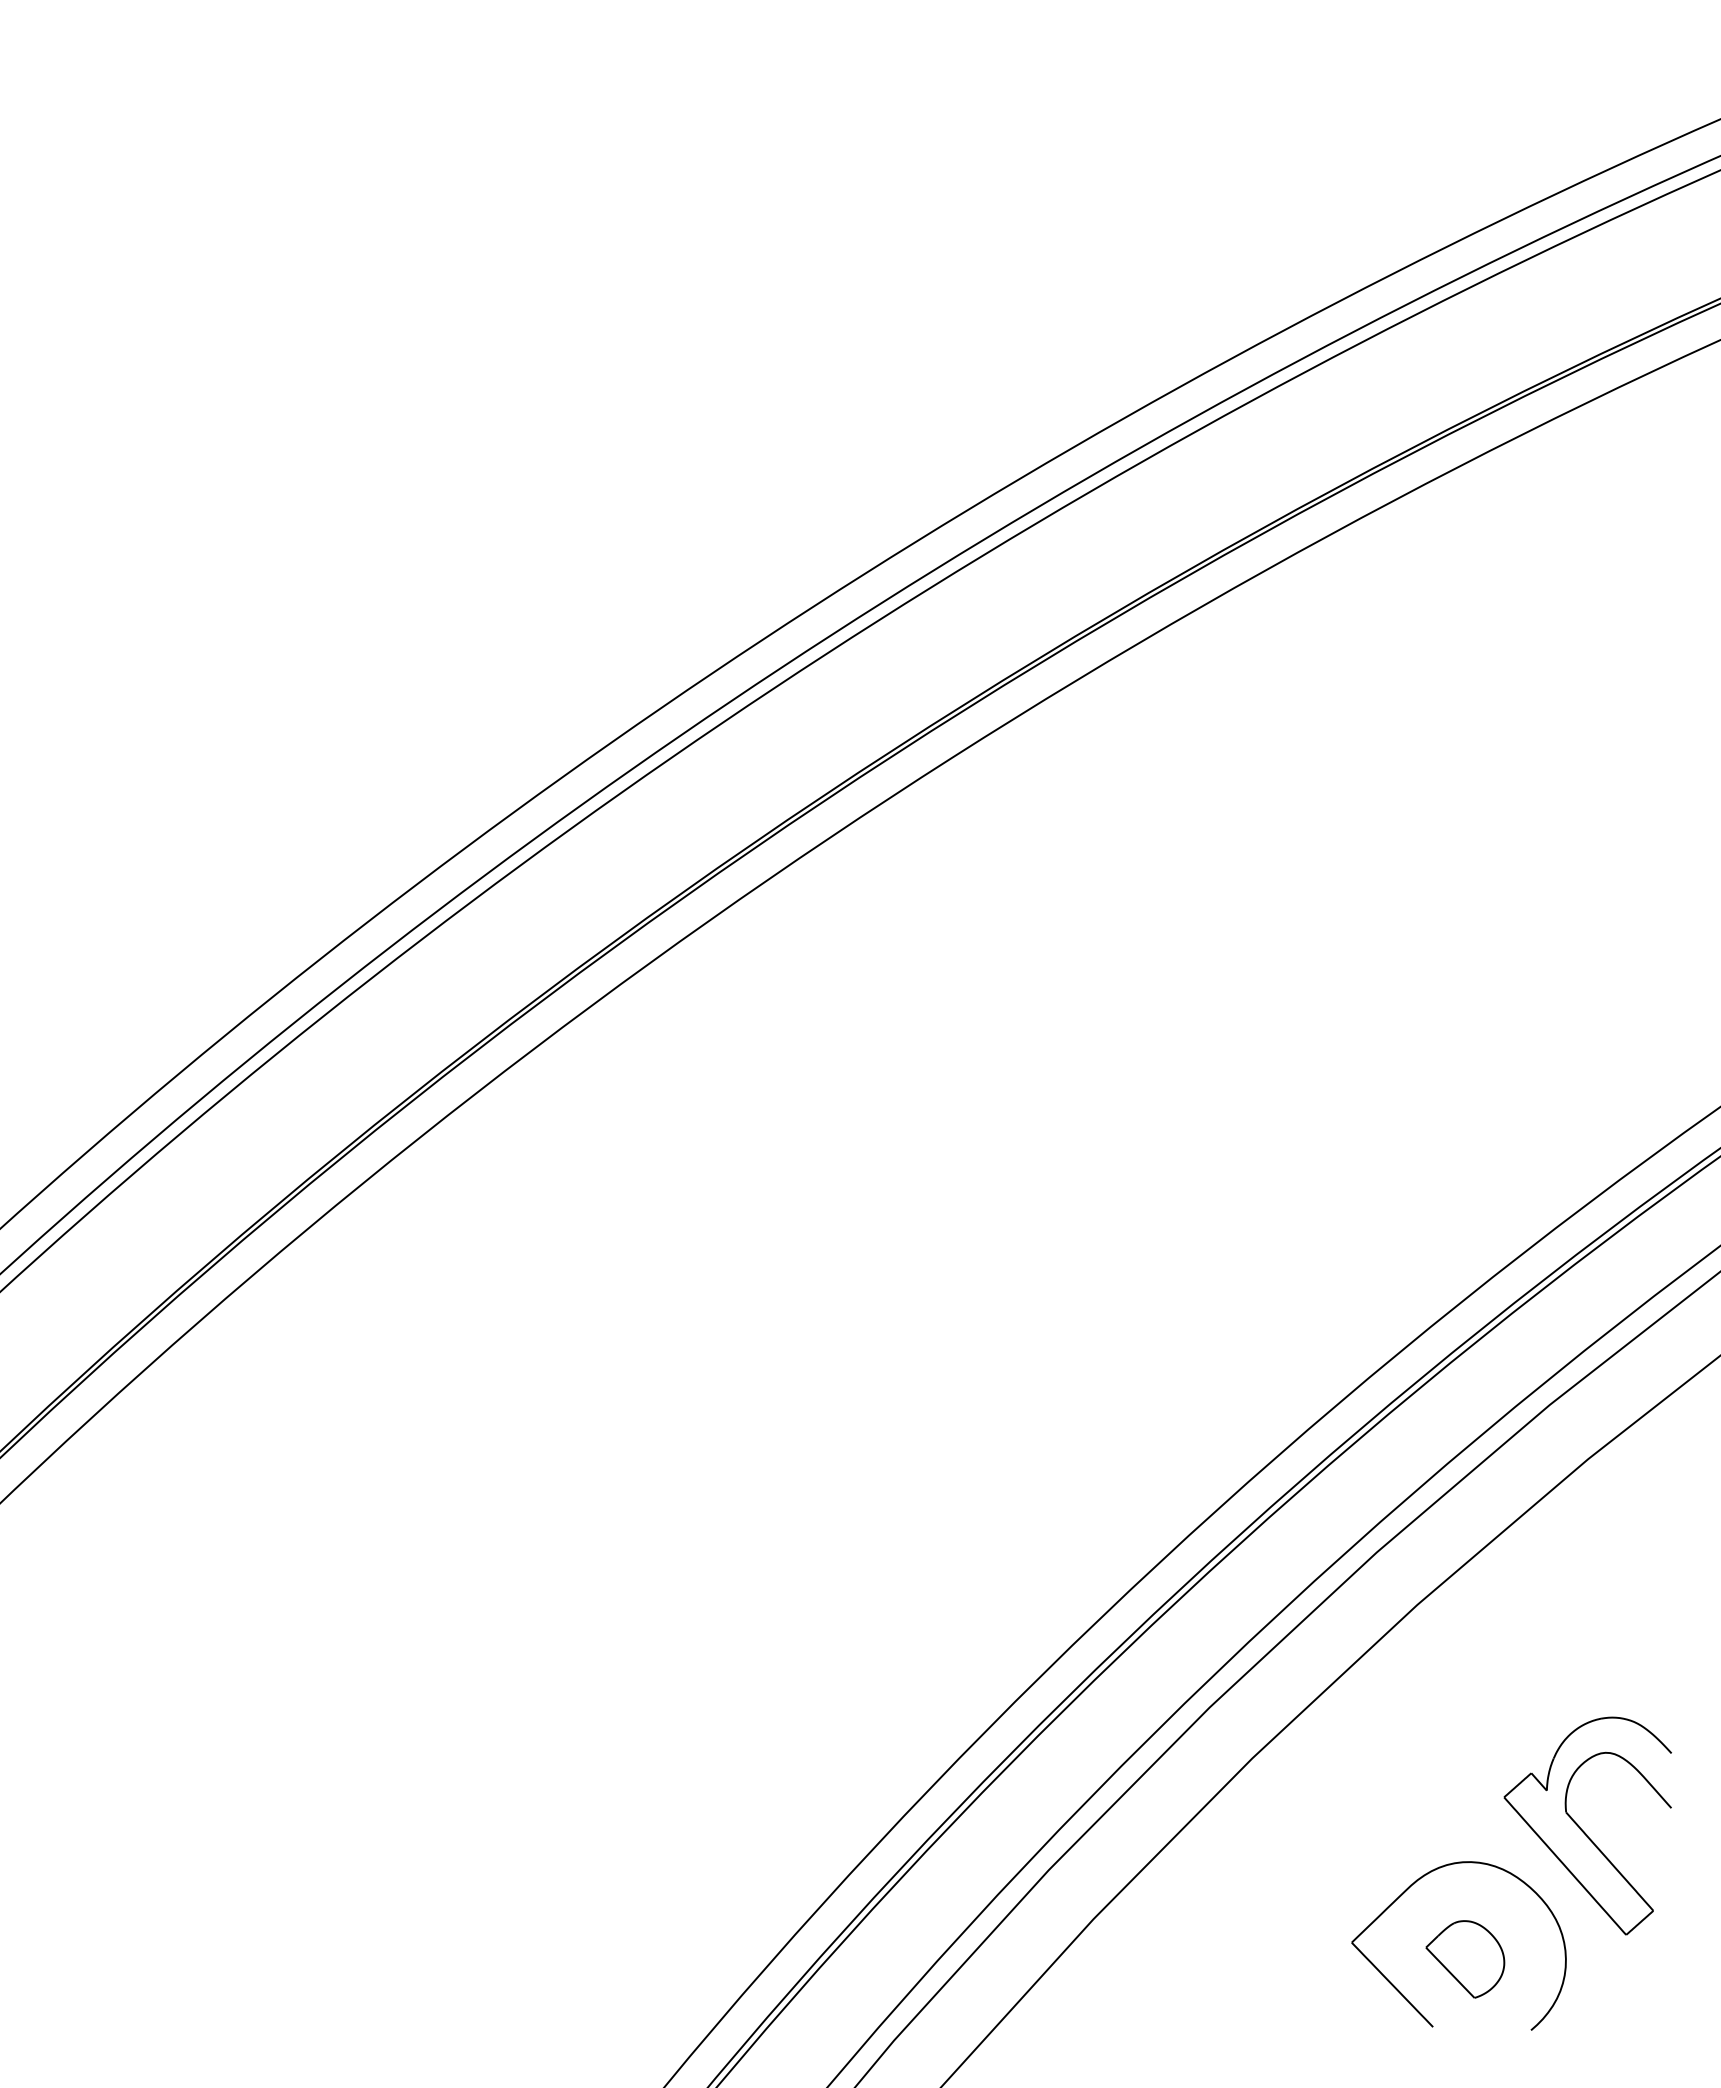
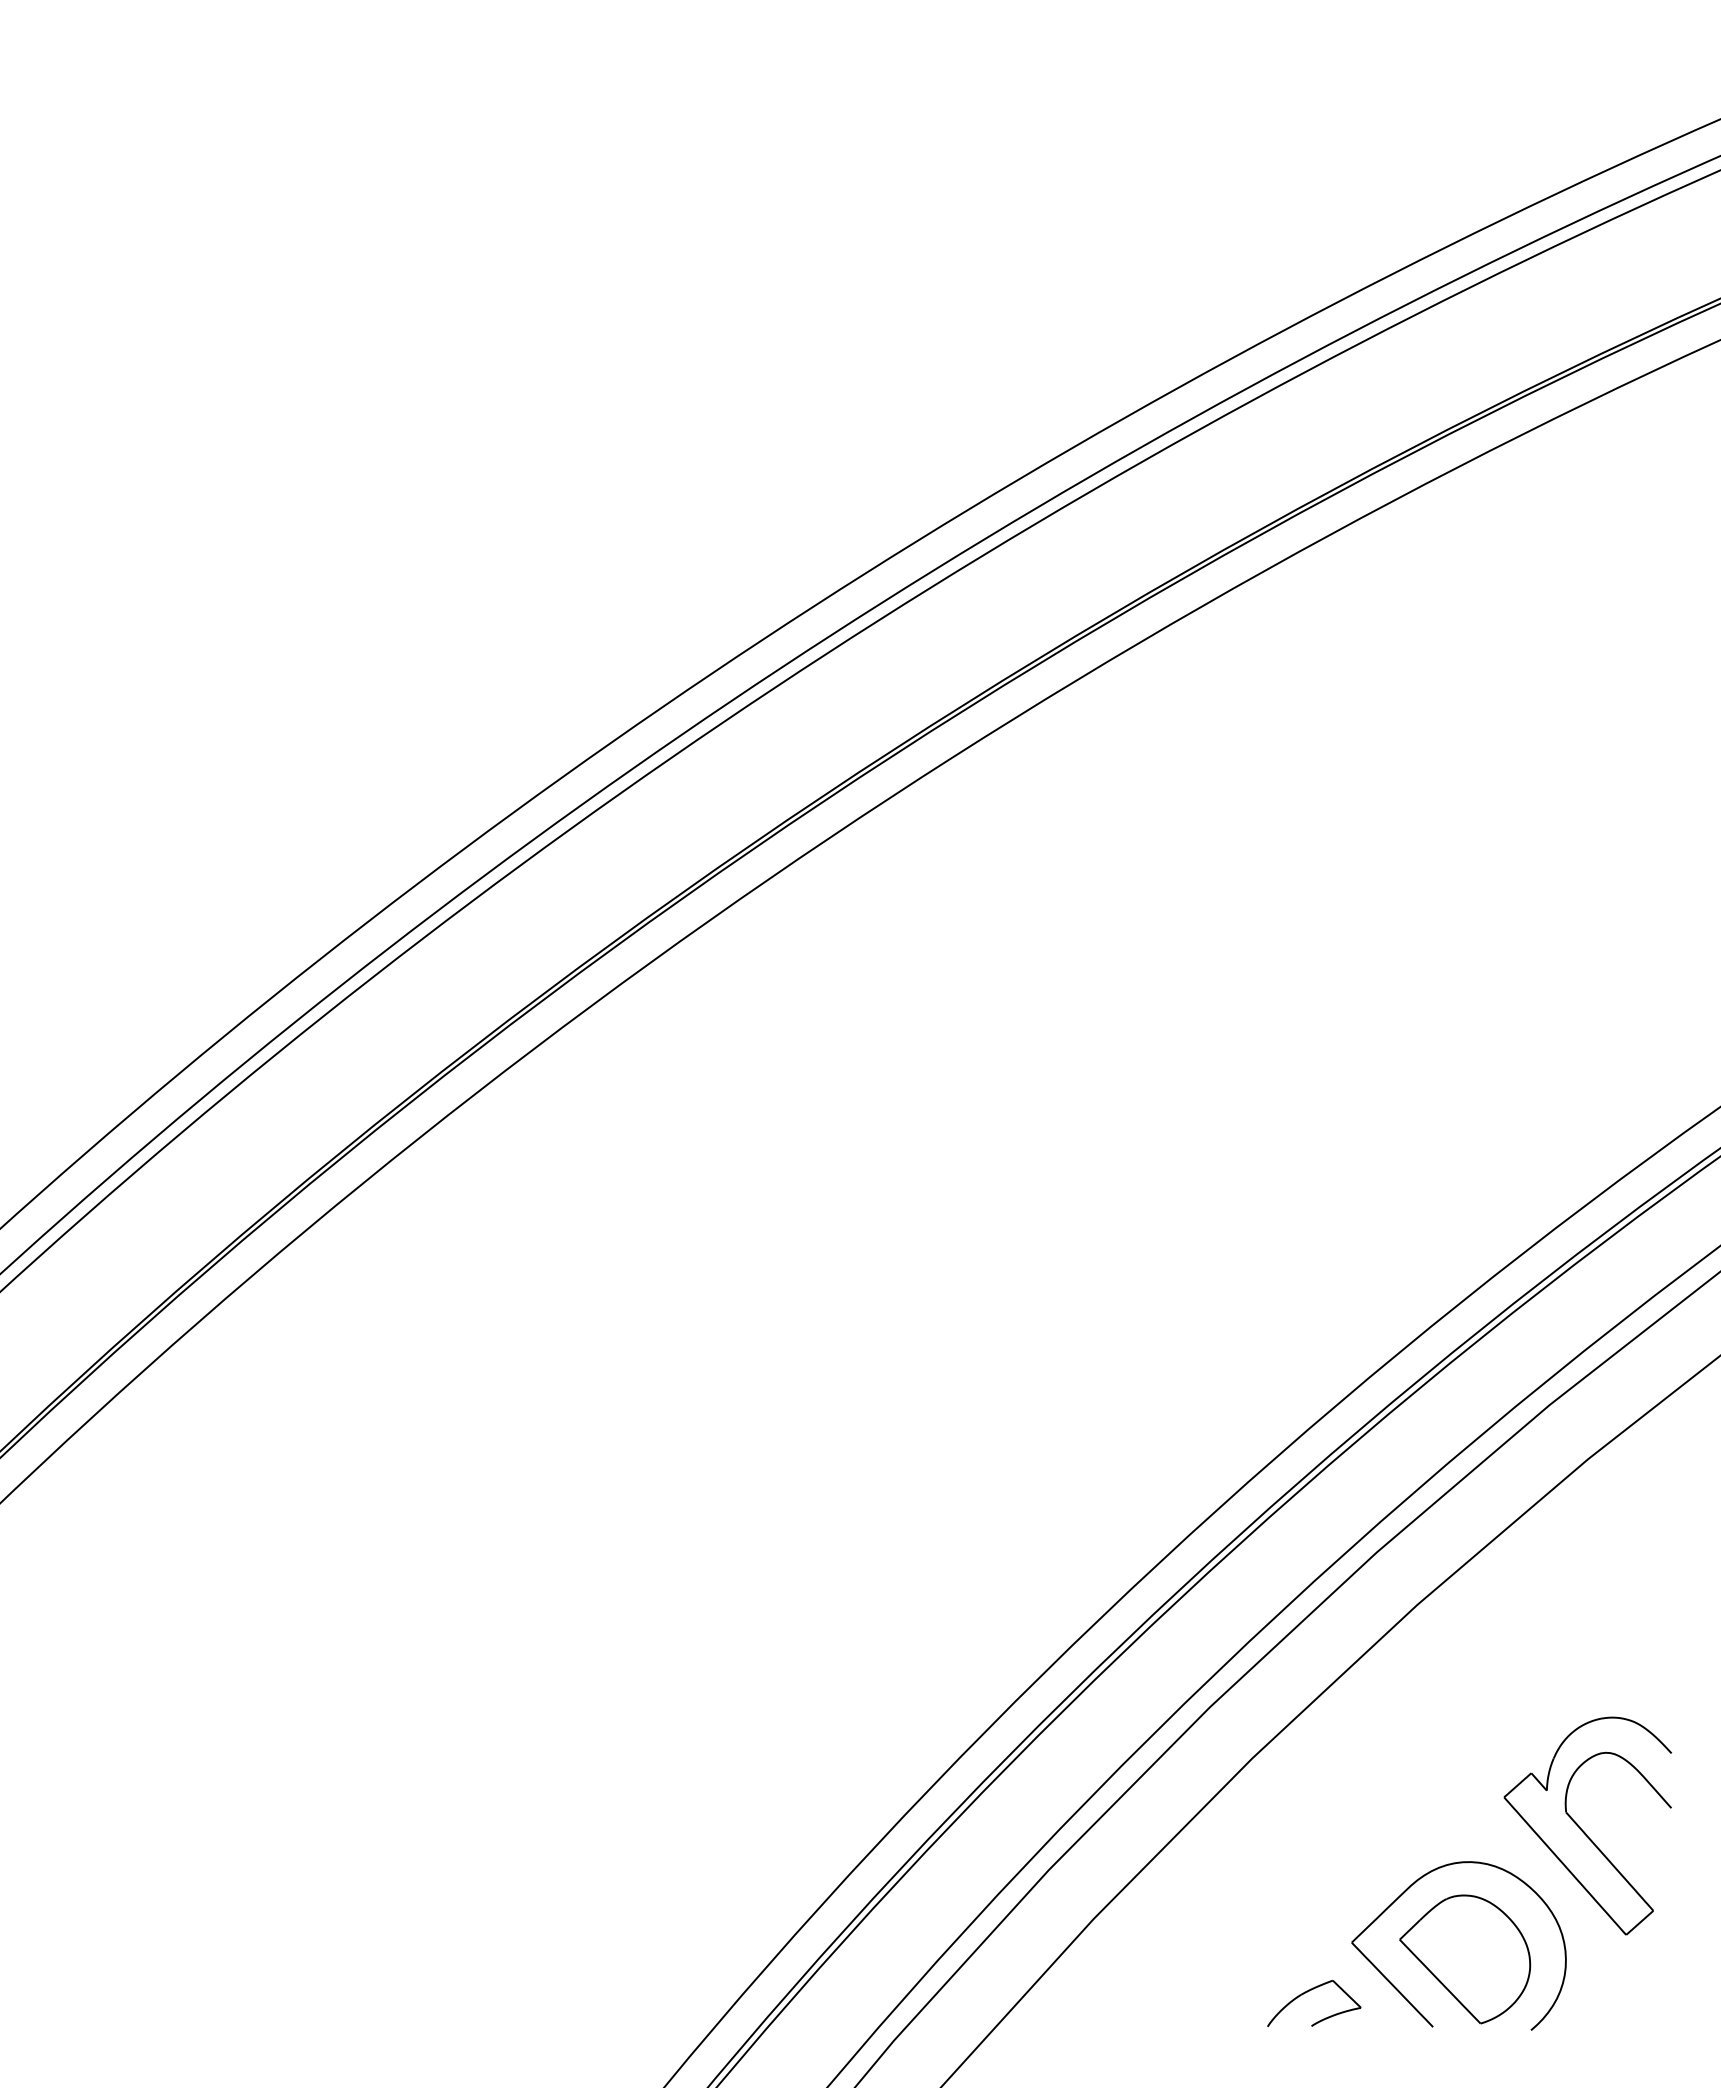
part at (1465, 1959) size: 81x79 px -> 133x131 px
part at (1309, 1991): none -> present
